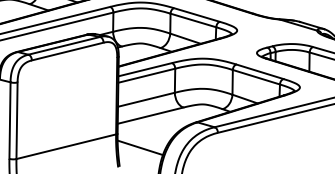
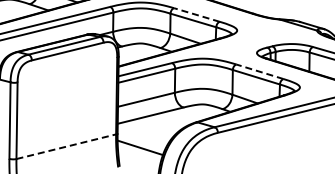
line at (196, 15): solid -> dashed
line at (260, 71): solid -> dashed
line at (66, 146): solid -> dashed
